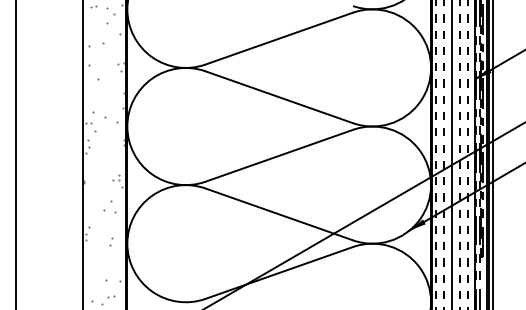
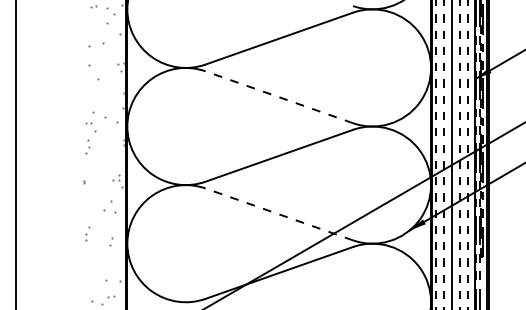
line at (278, 97): solid -> dashed
line at (83, 154): present -> none
line at (493, 154): present -> none
line at (278, 214): solid -> dashed
